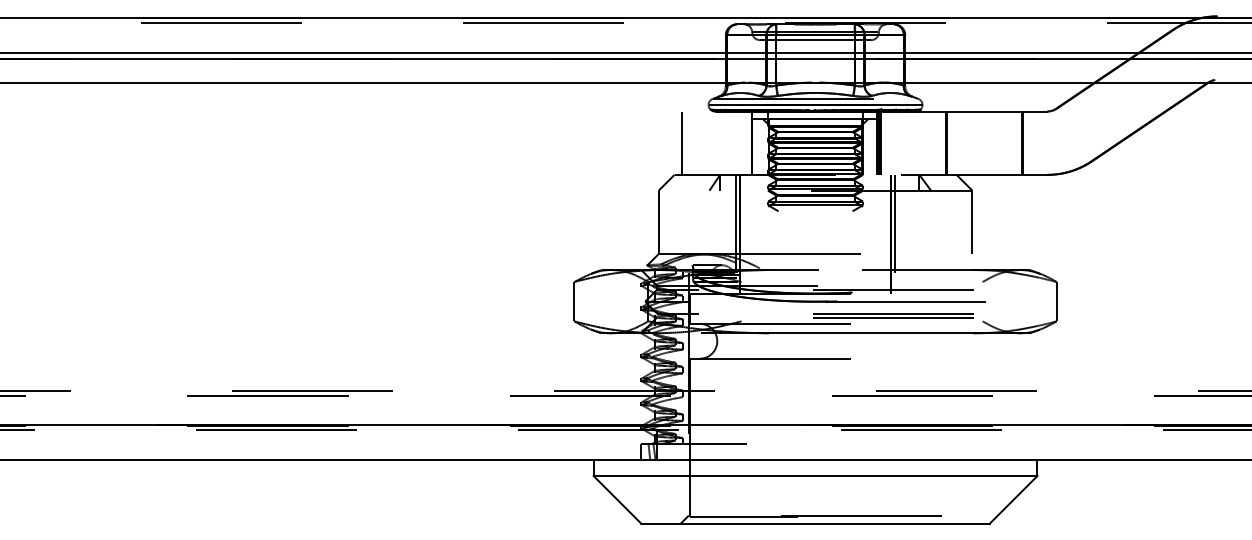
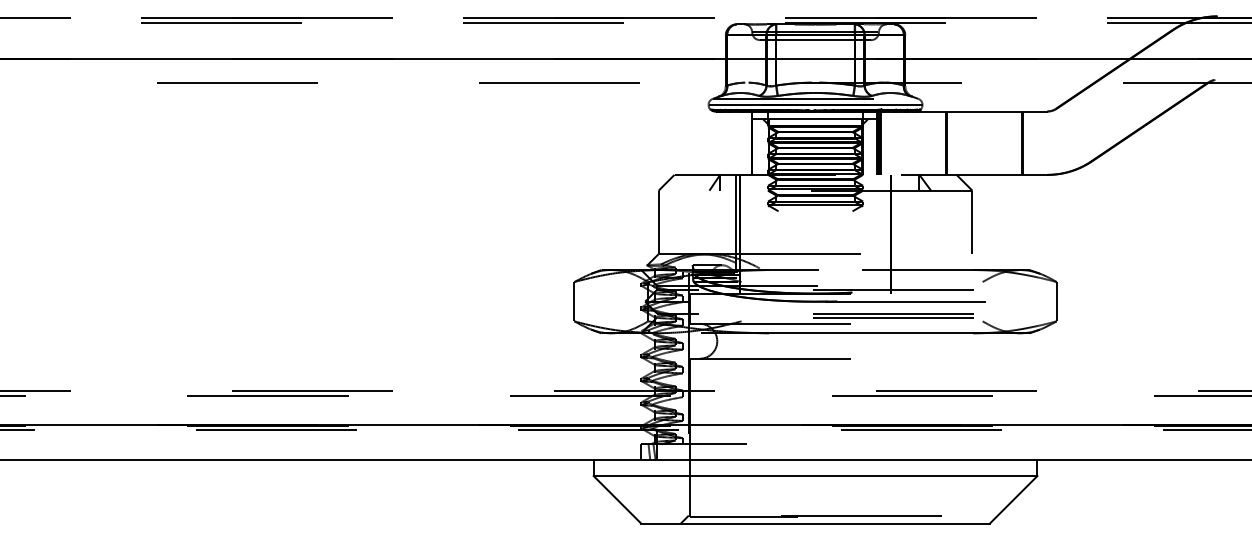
line at (626, 18): solid -> dashed
line at (625, 53): present -> none
line at (626, 82): solid -> dashed
line at (681, 142): present -> none
line at (894, 223): present -> none
